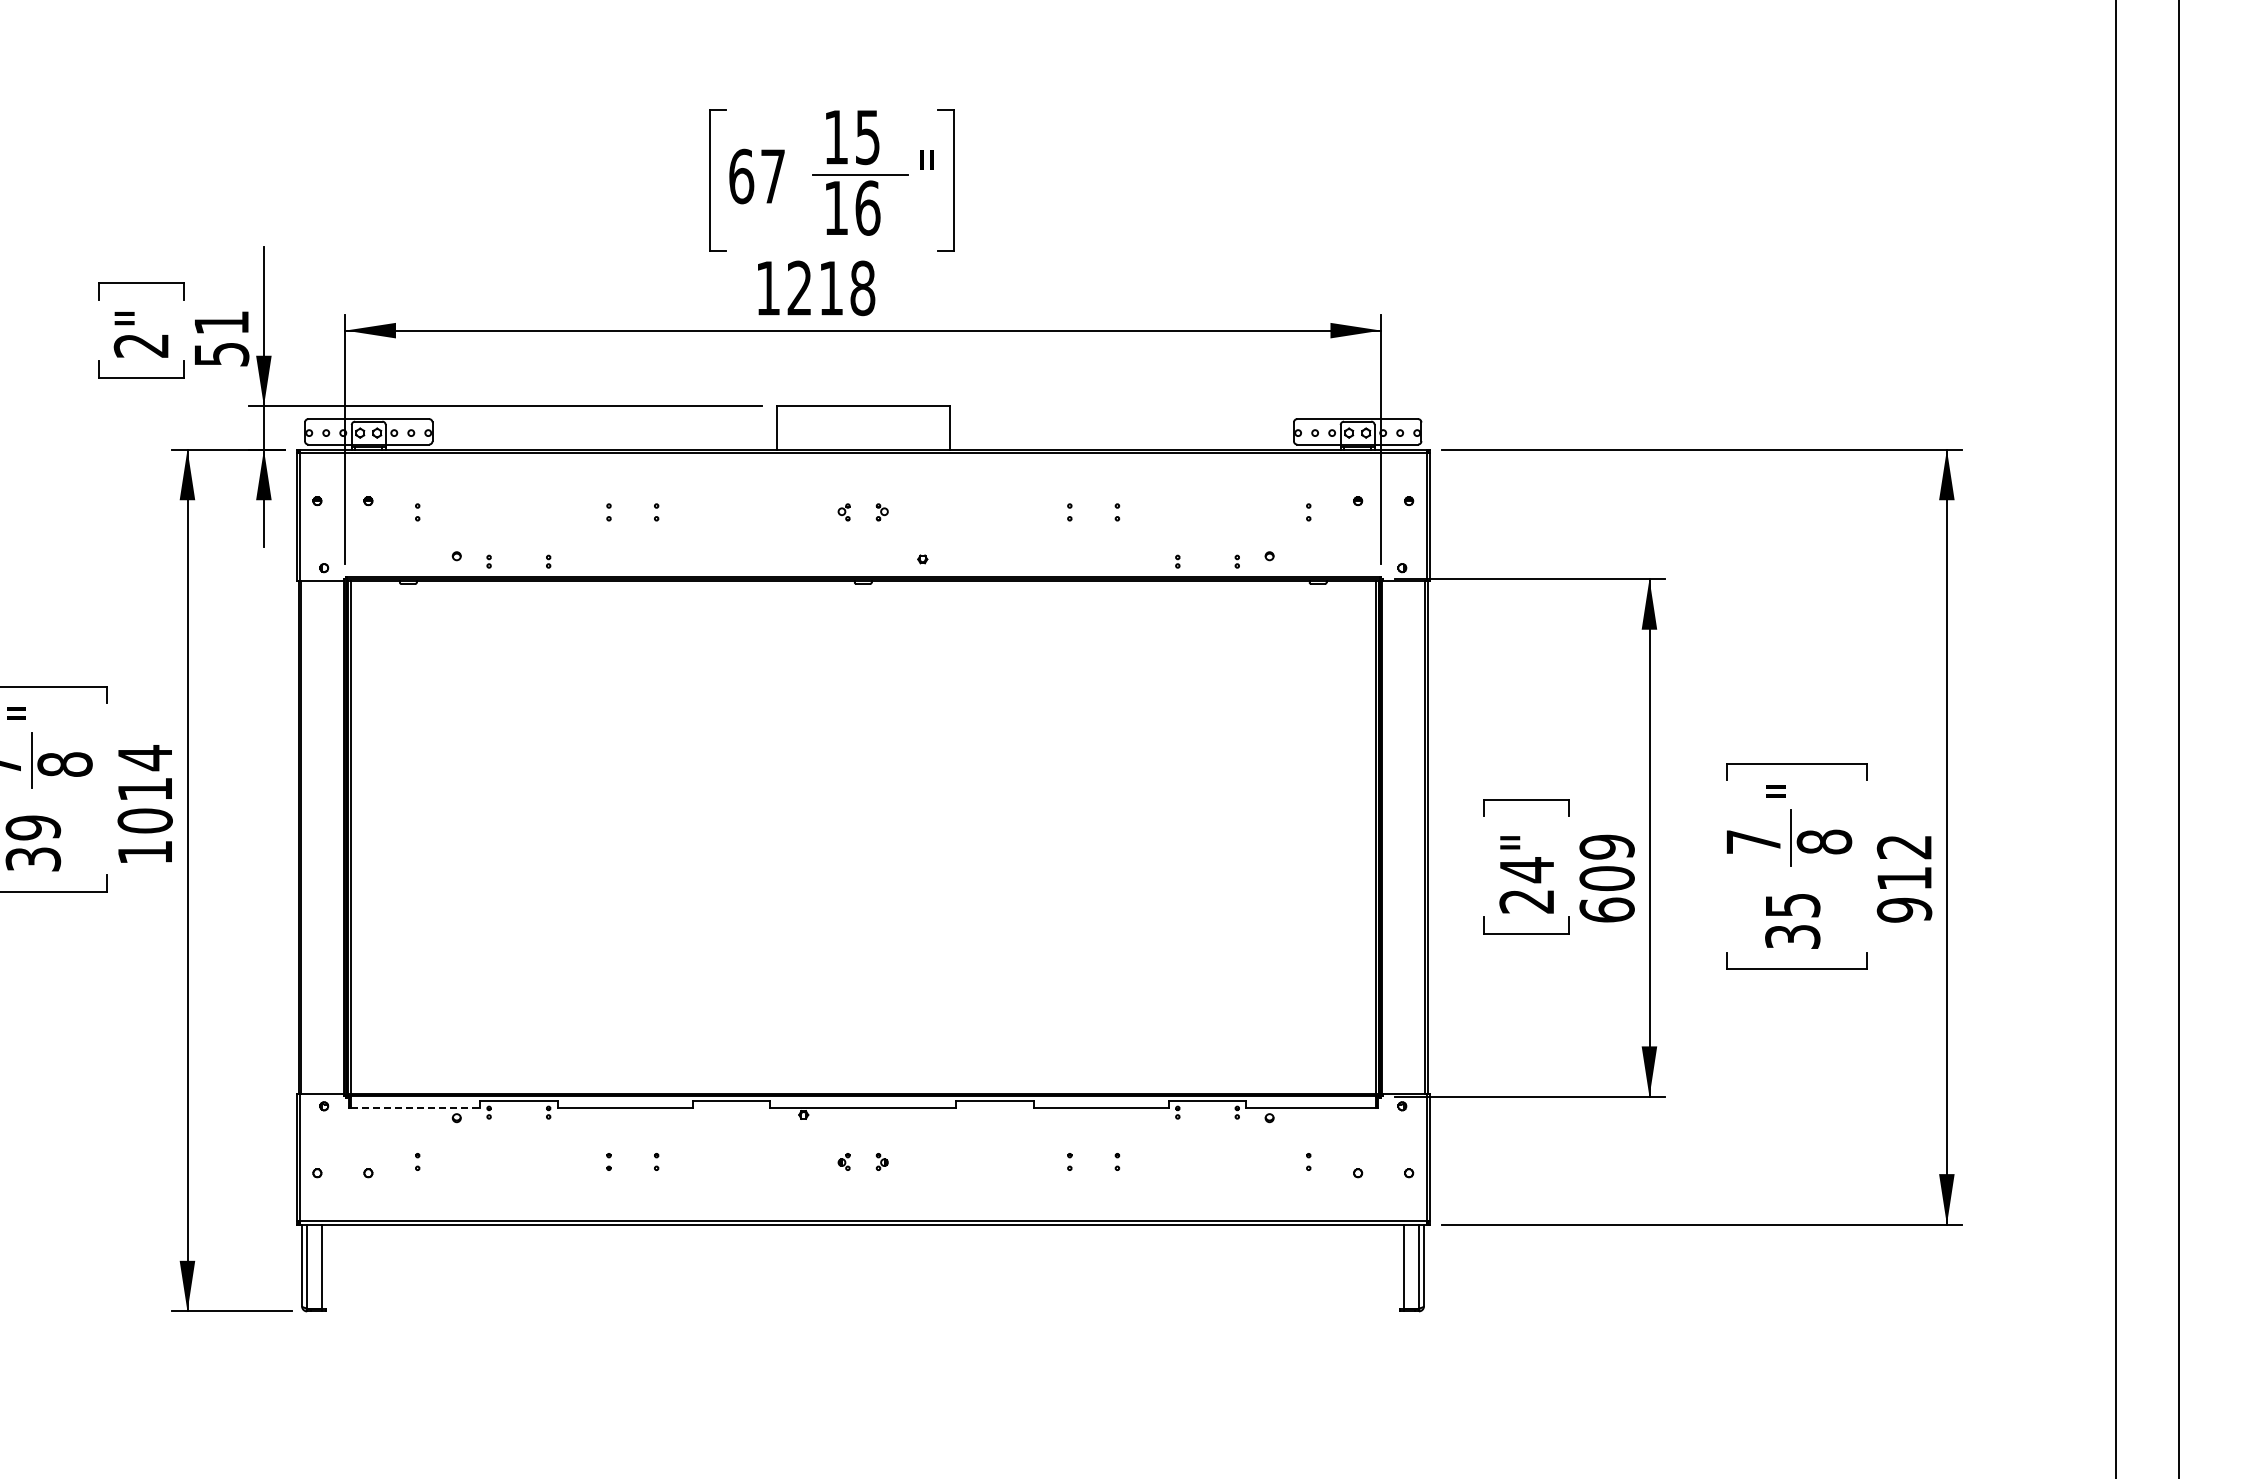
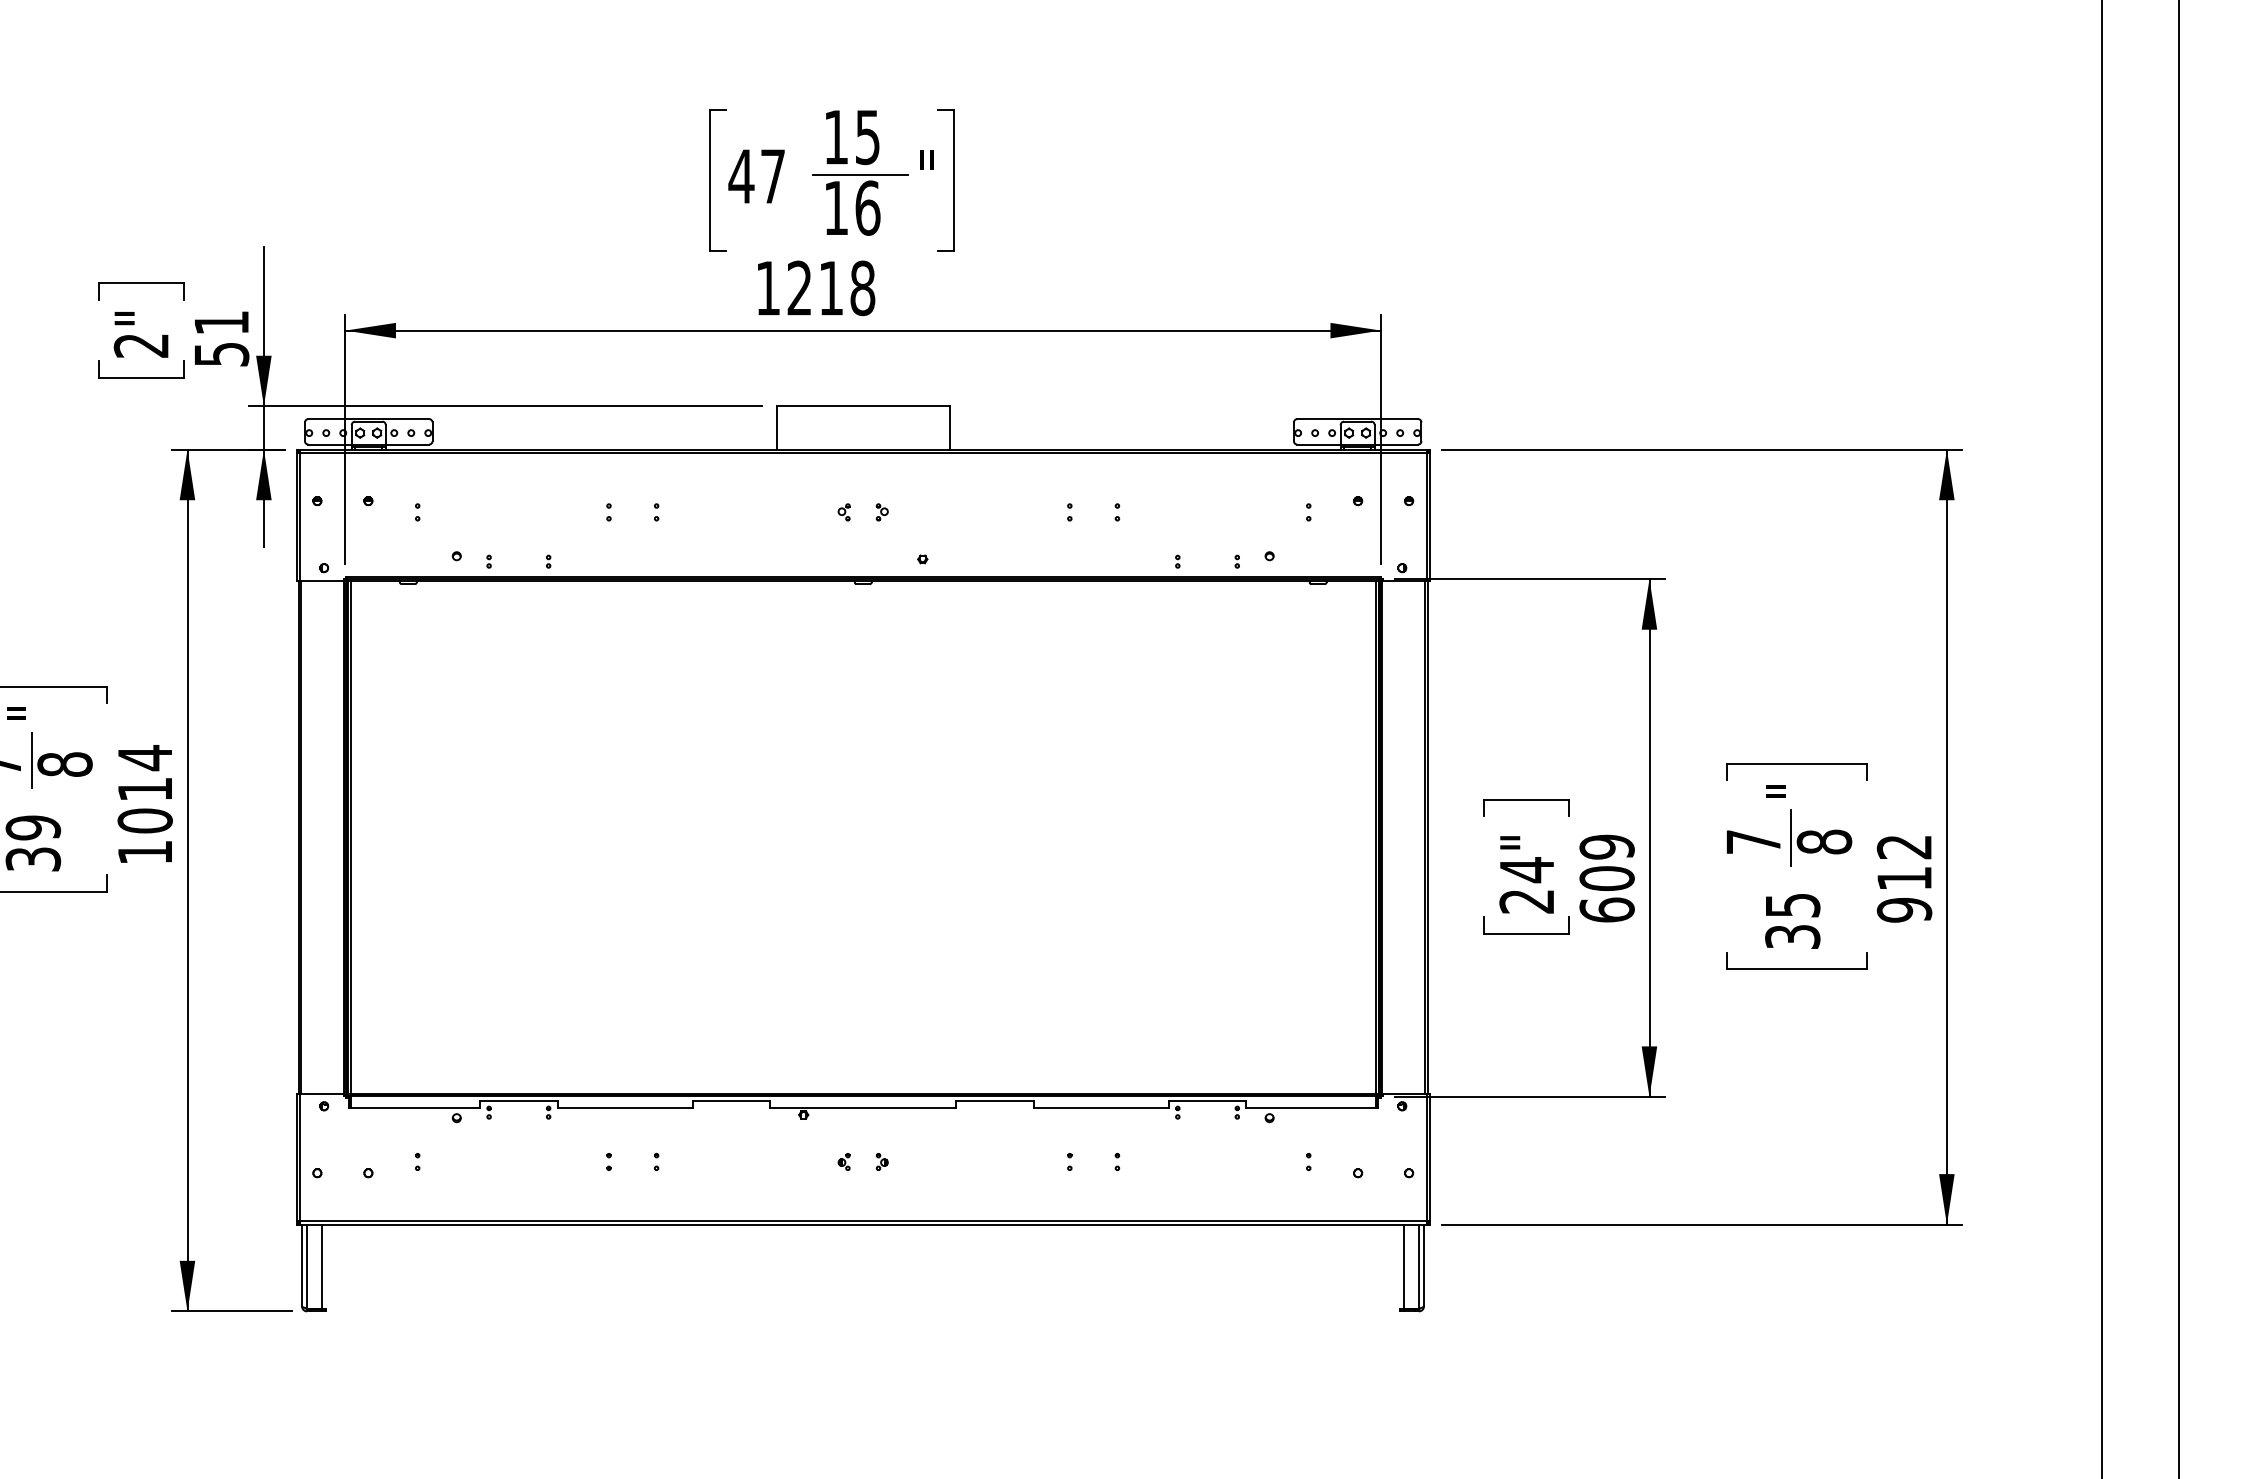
text at (741, 176): 67 -> 47
line at (2116, 738) position: (2116, 738) -> (2102, 738)
line at (415, 1107): dashed -> solid
